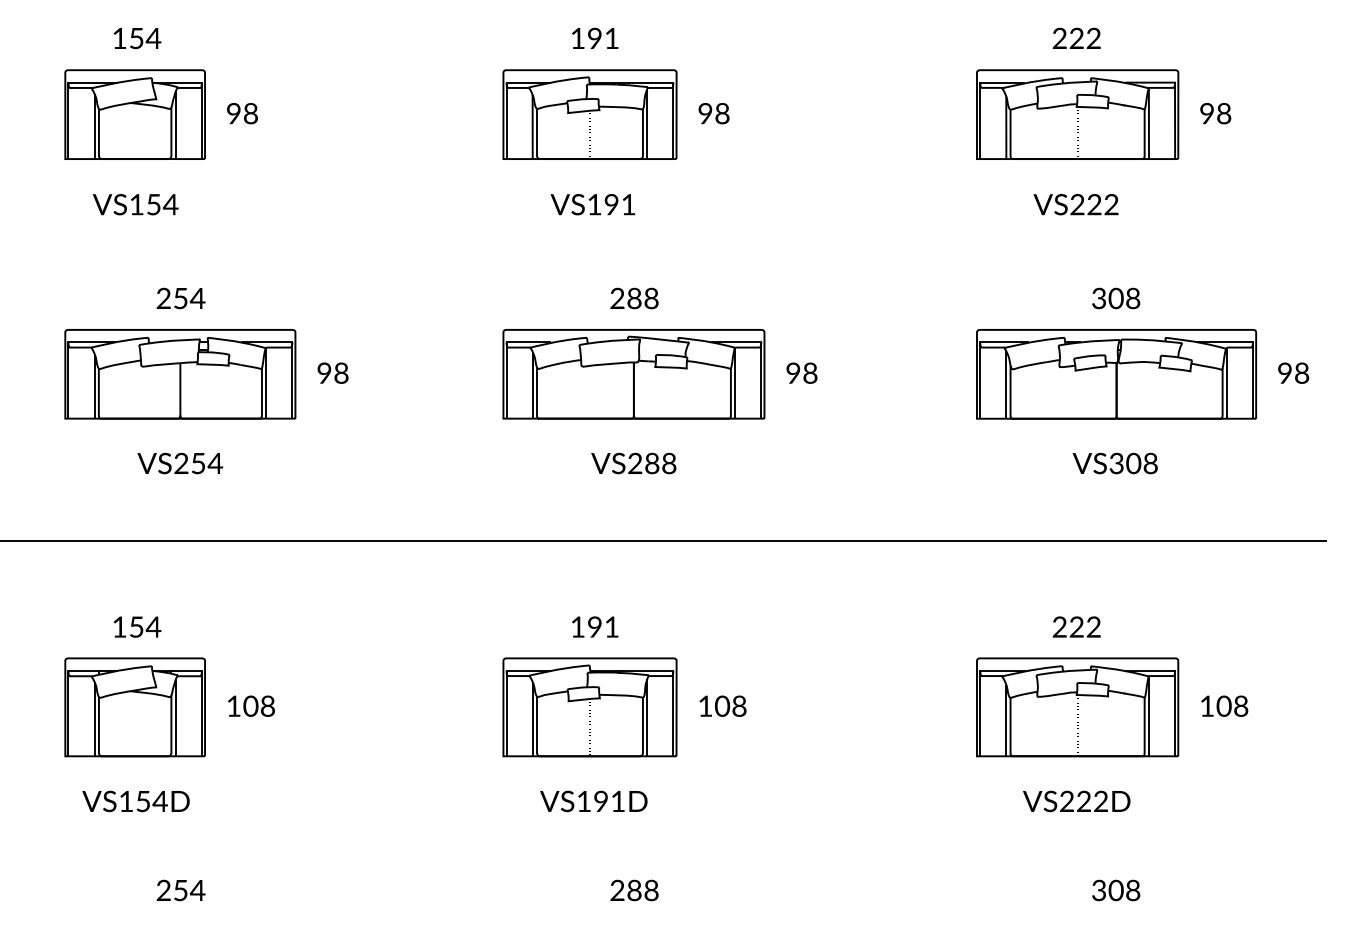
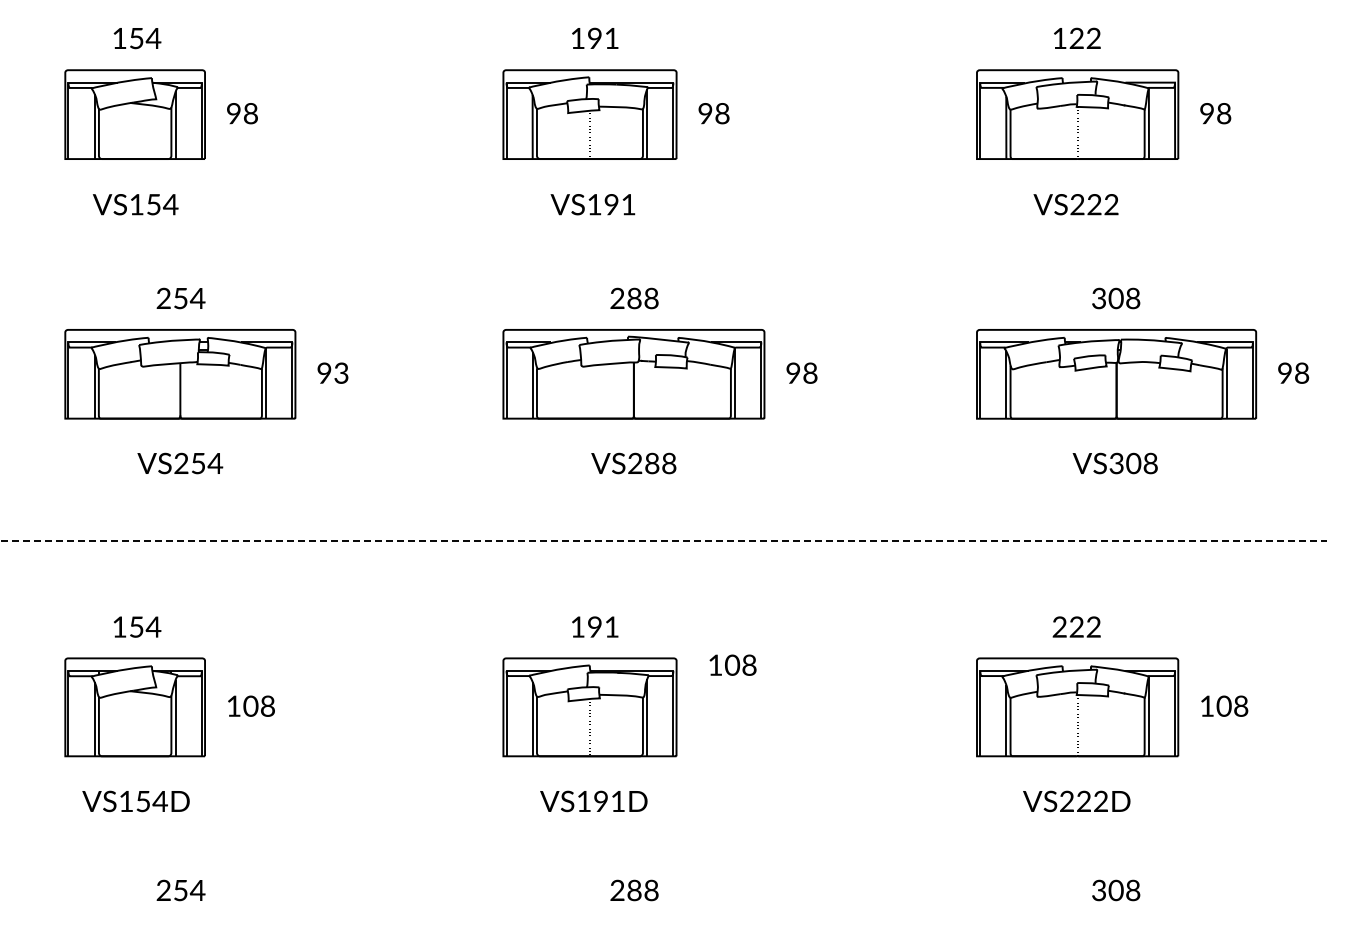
text at (1059, 37): 222 -> 122
text at (341, 373): 98 -> 93
line at (663, 541): solid -> dashed
text at (722, 705) position: (722, 705) -> (732, 664)
